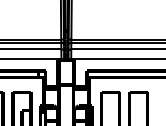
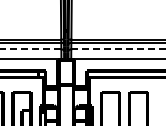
line at (31, 49): solid -> dashed
line at (119, 49): solid -> dashed
